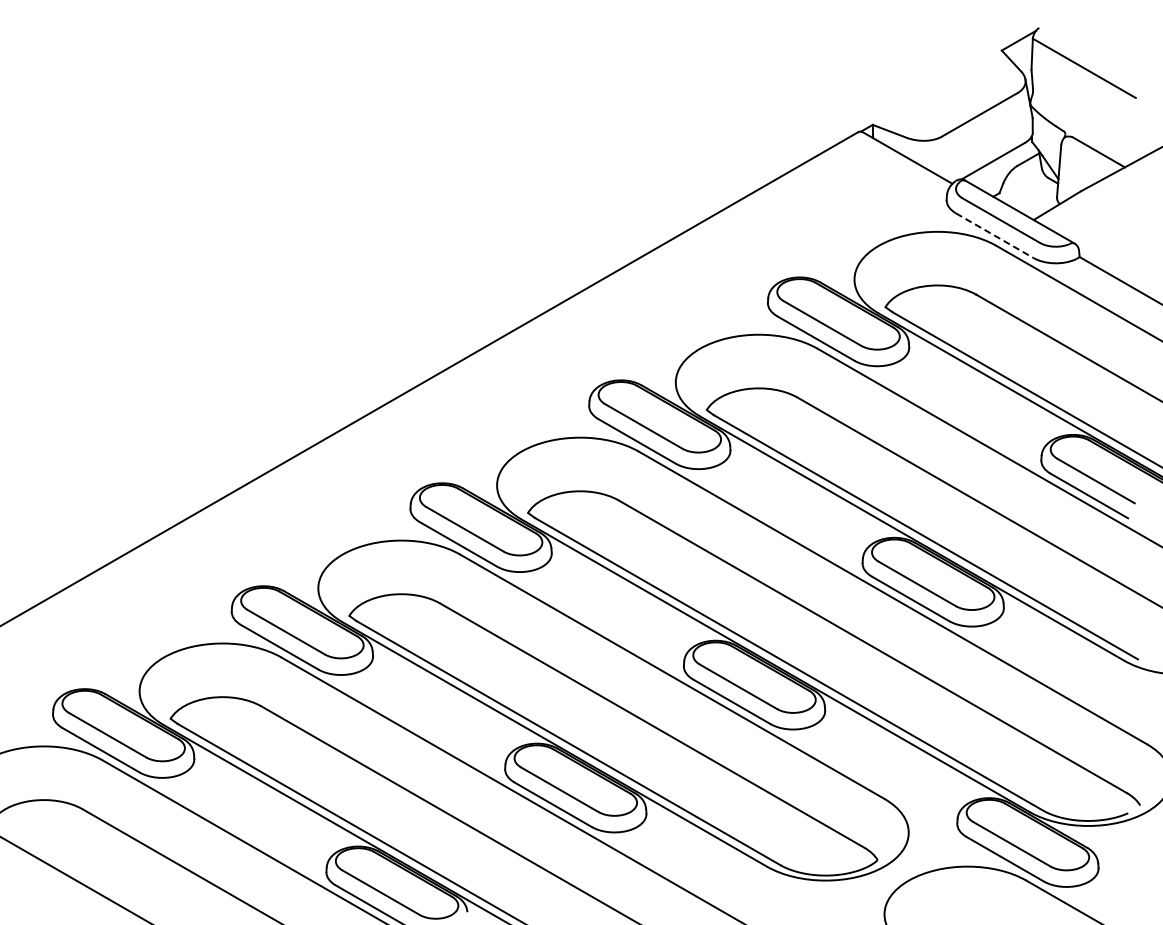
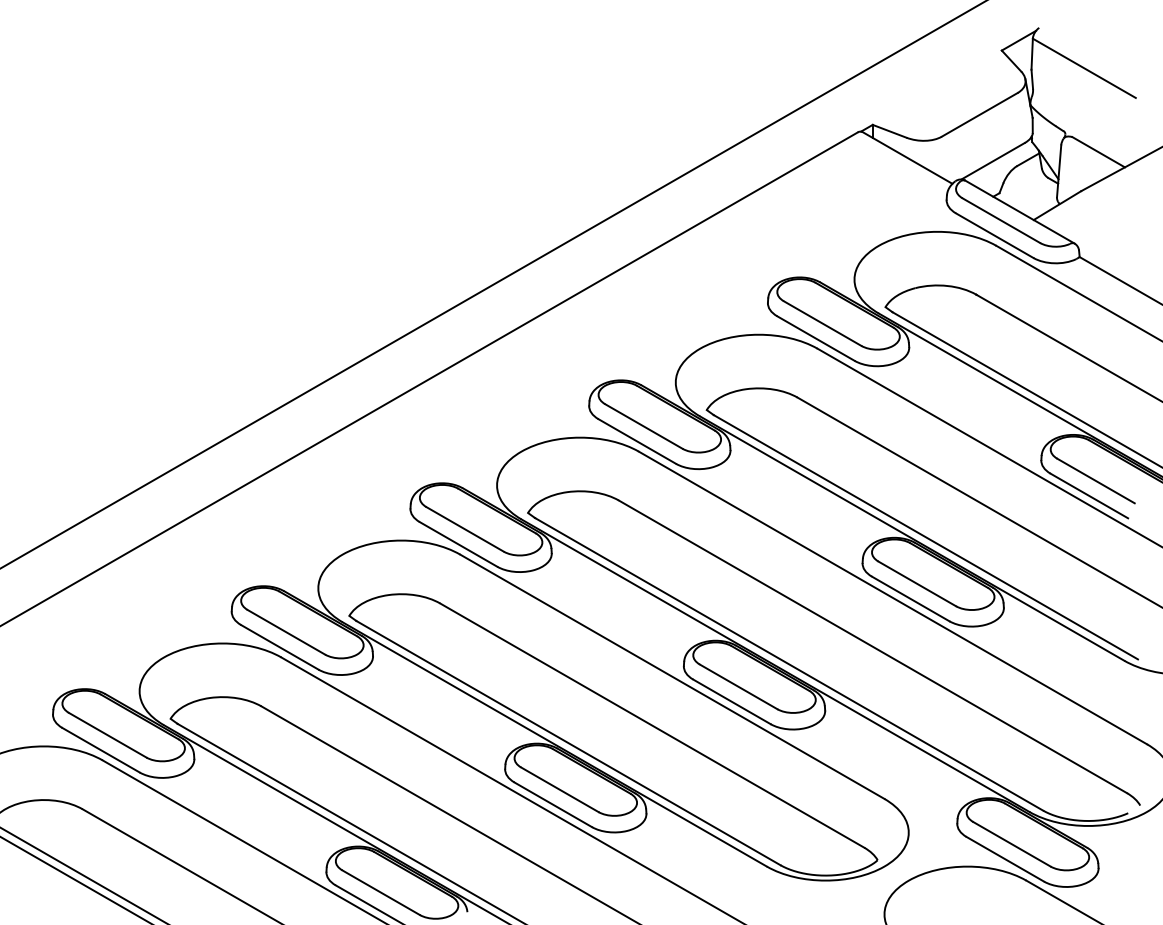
line at (994, 235): dashed -> solid
line at (492, 284): none -> present
line at (82, 874): none -> present
